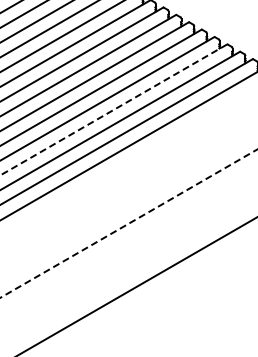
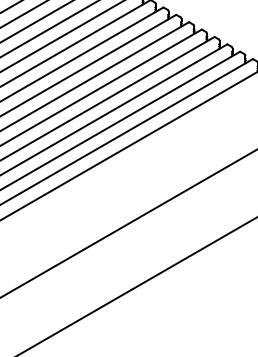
line at (113, 109): dashed -> solid
line at (128, 223): dashed -> solid
